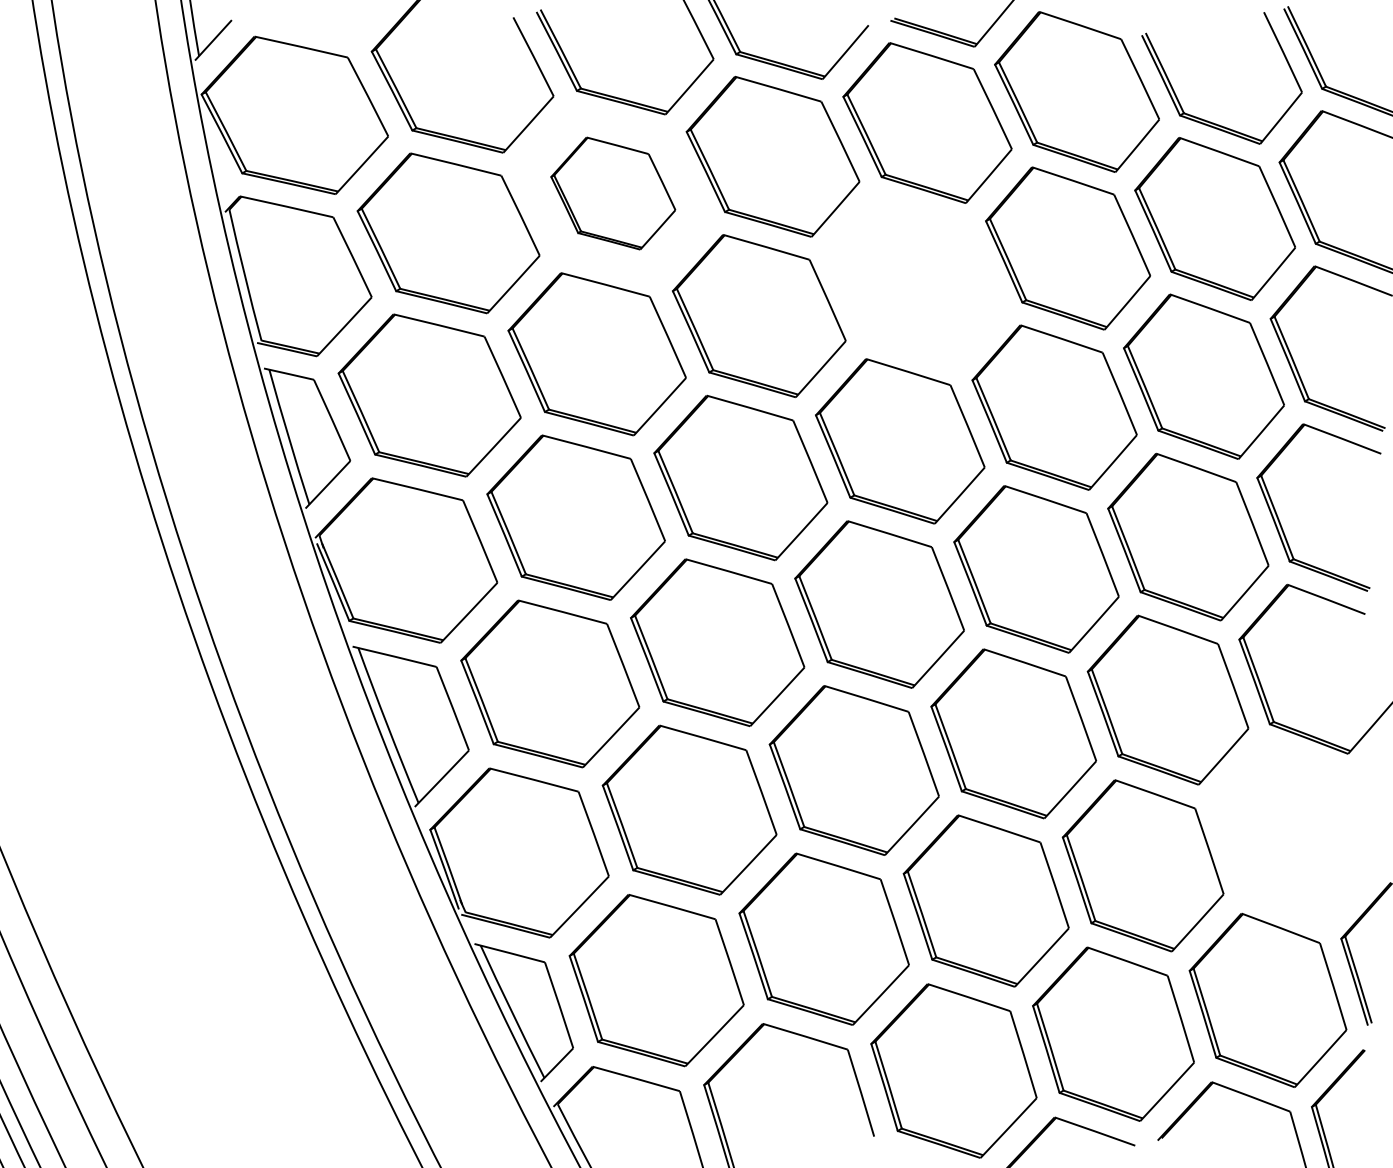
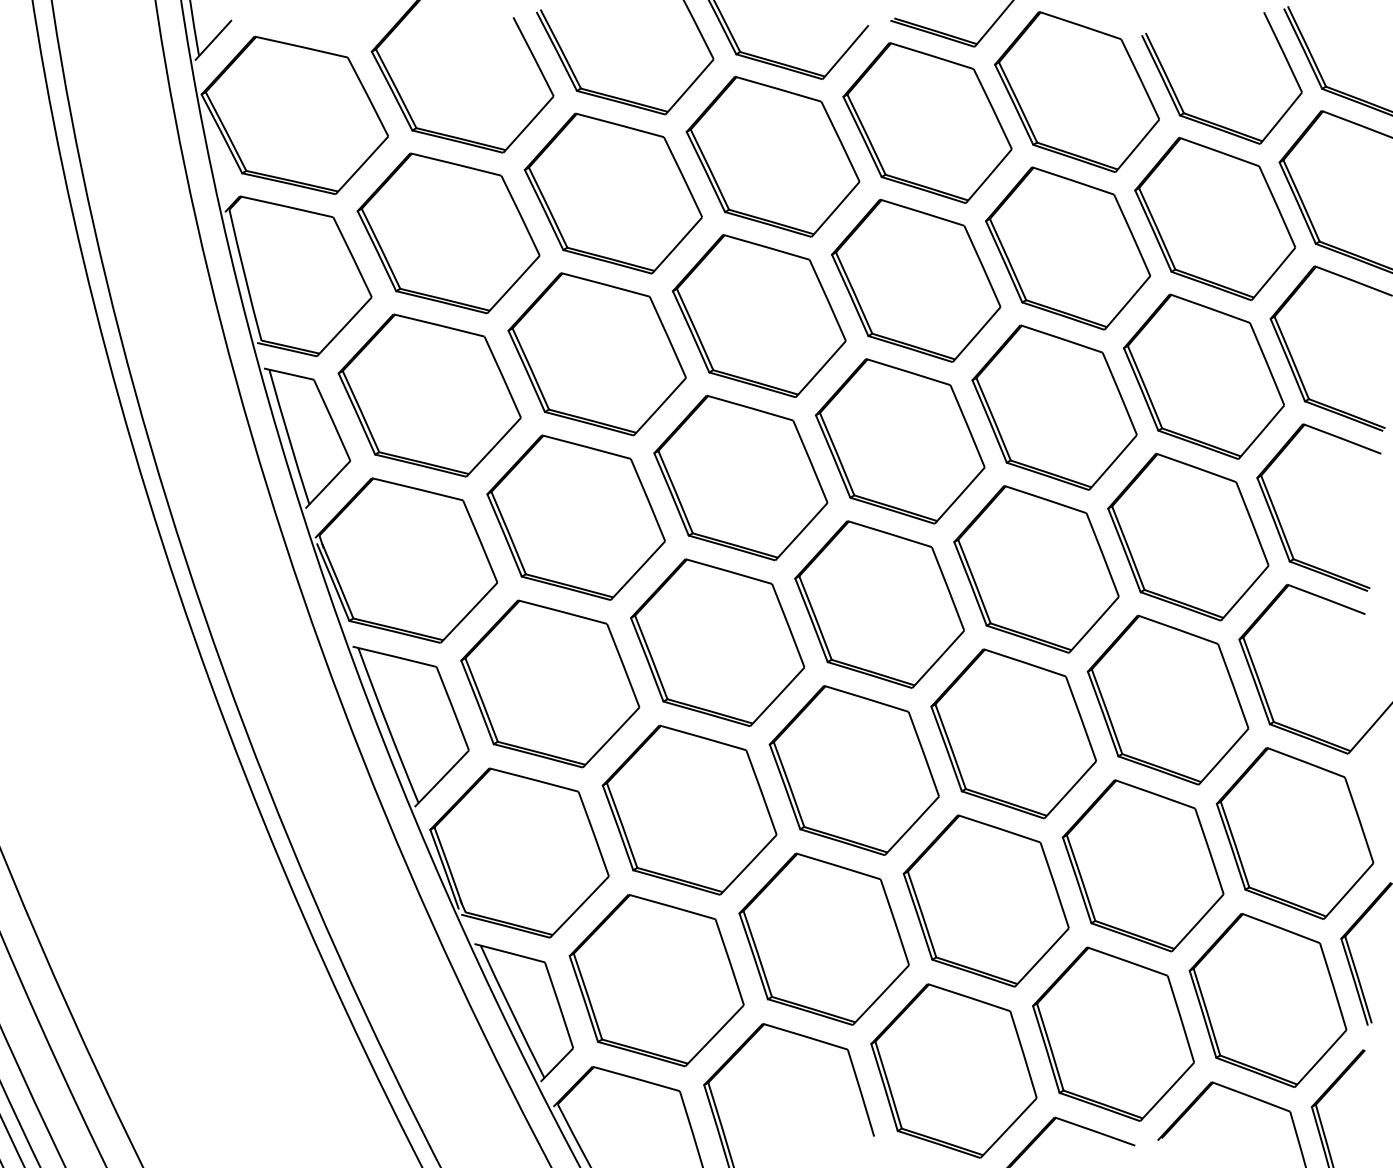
part at (613, 193) size: 127x115 px -> 180x163 px
part at (916, 280): none -> present
part at (1294, 833): none -> present
